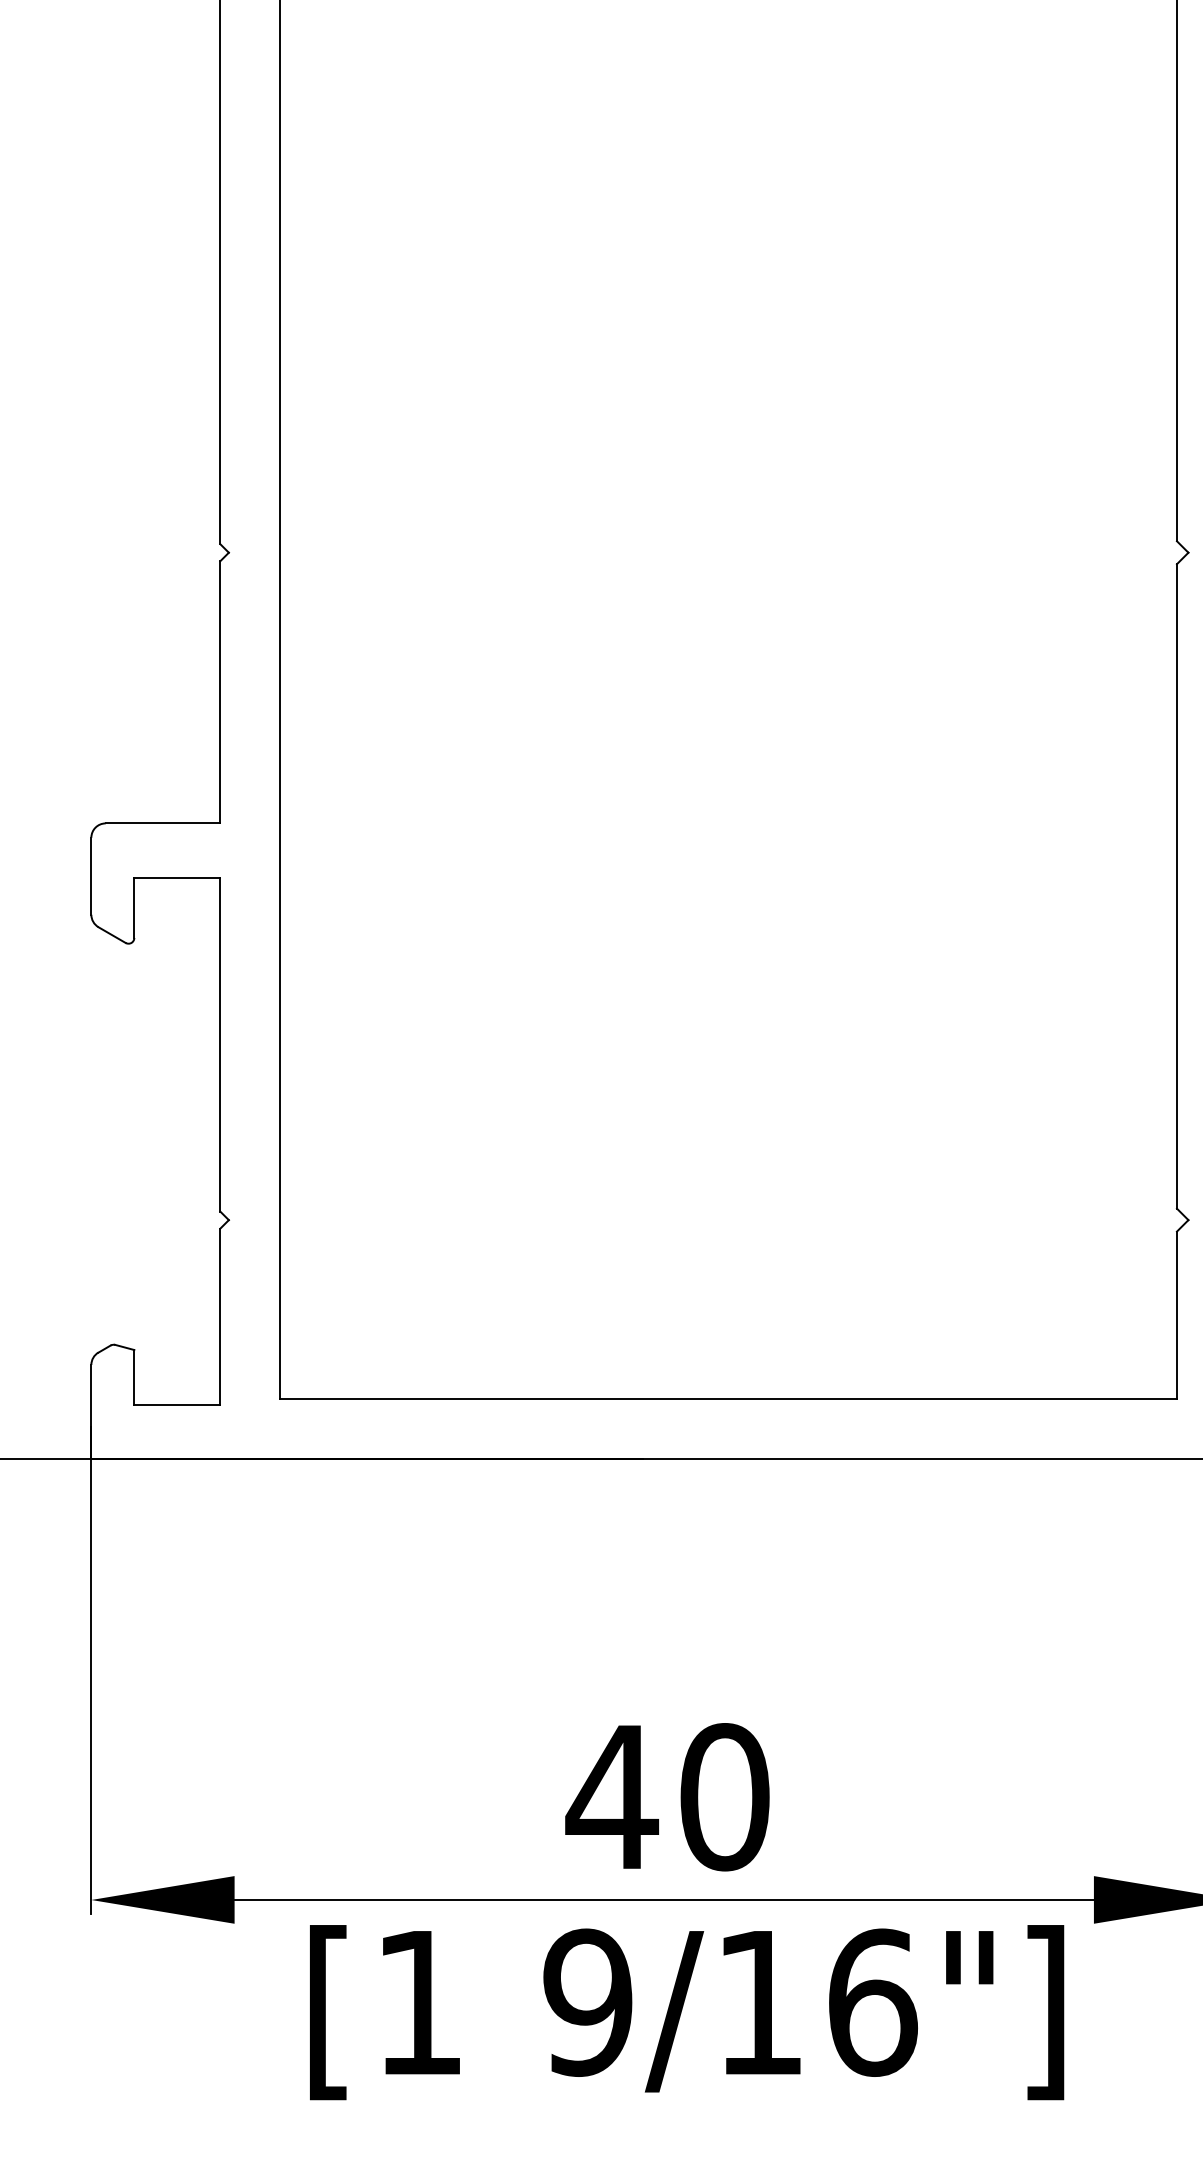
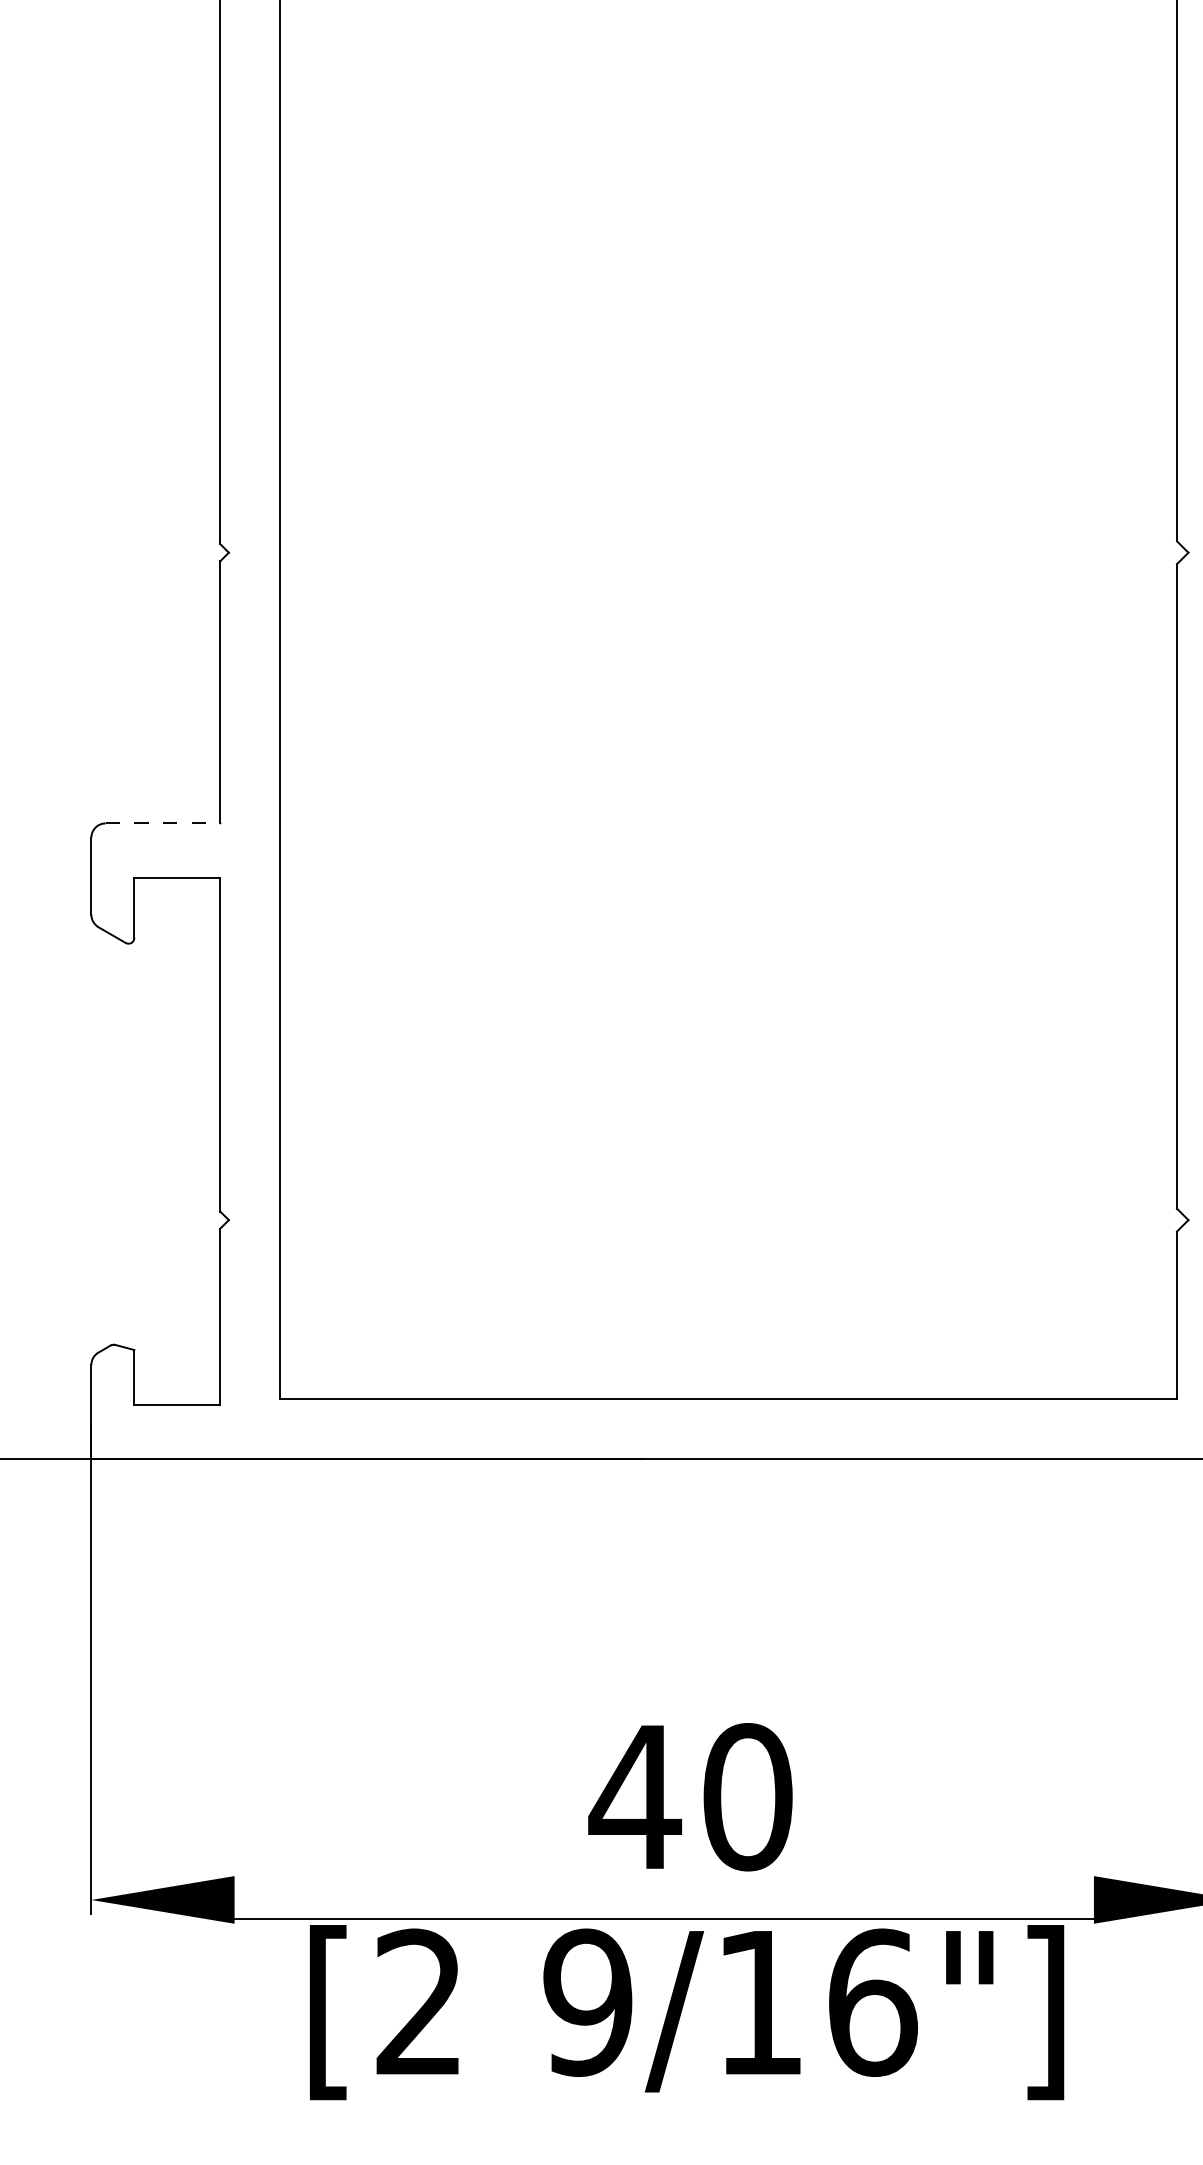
line at (163, 823): solid -> dashed
text at (667, 1797) position: (667, 1797) -> (690, 1797)
line at (663, 1900) position: (663, 1900) -> (663, 1919)
text at (417, 2001): [1 -> [2
